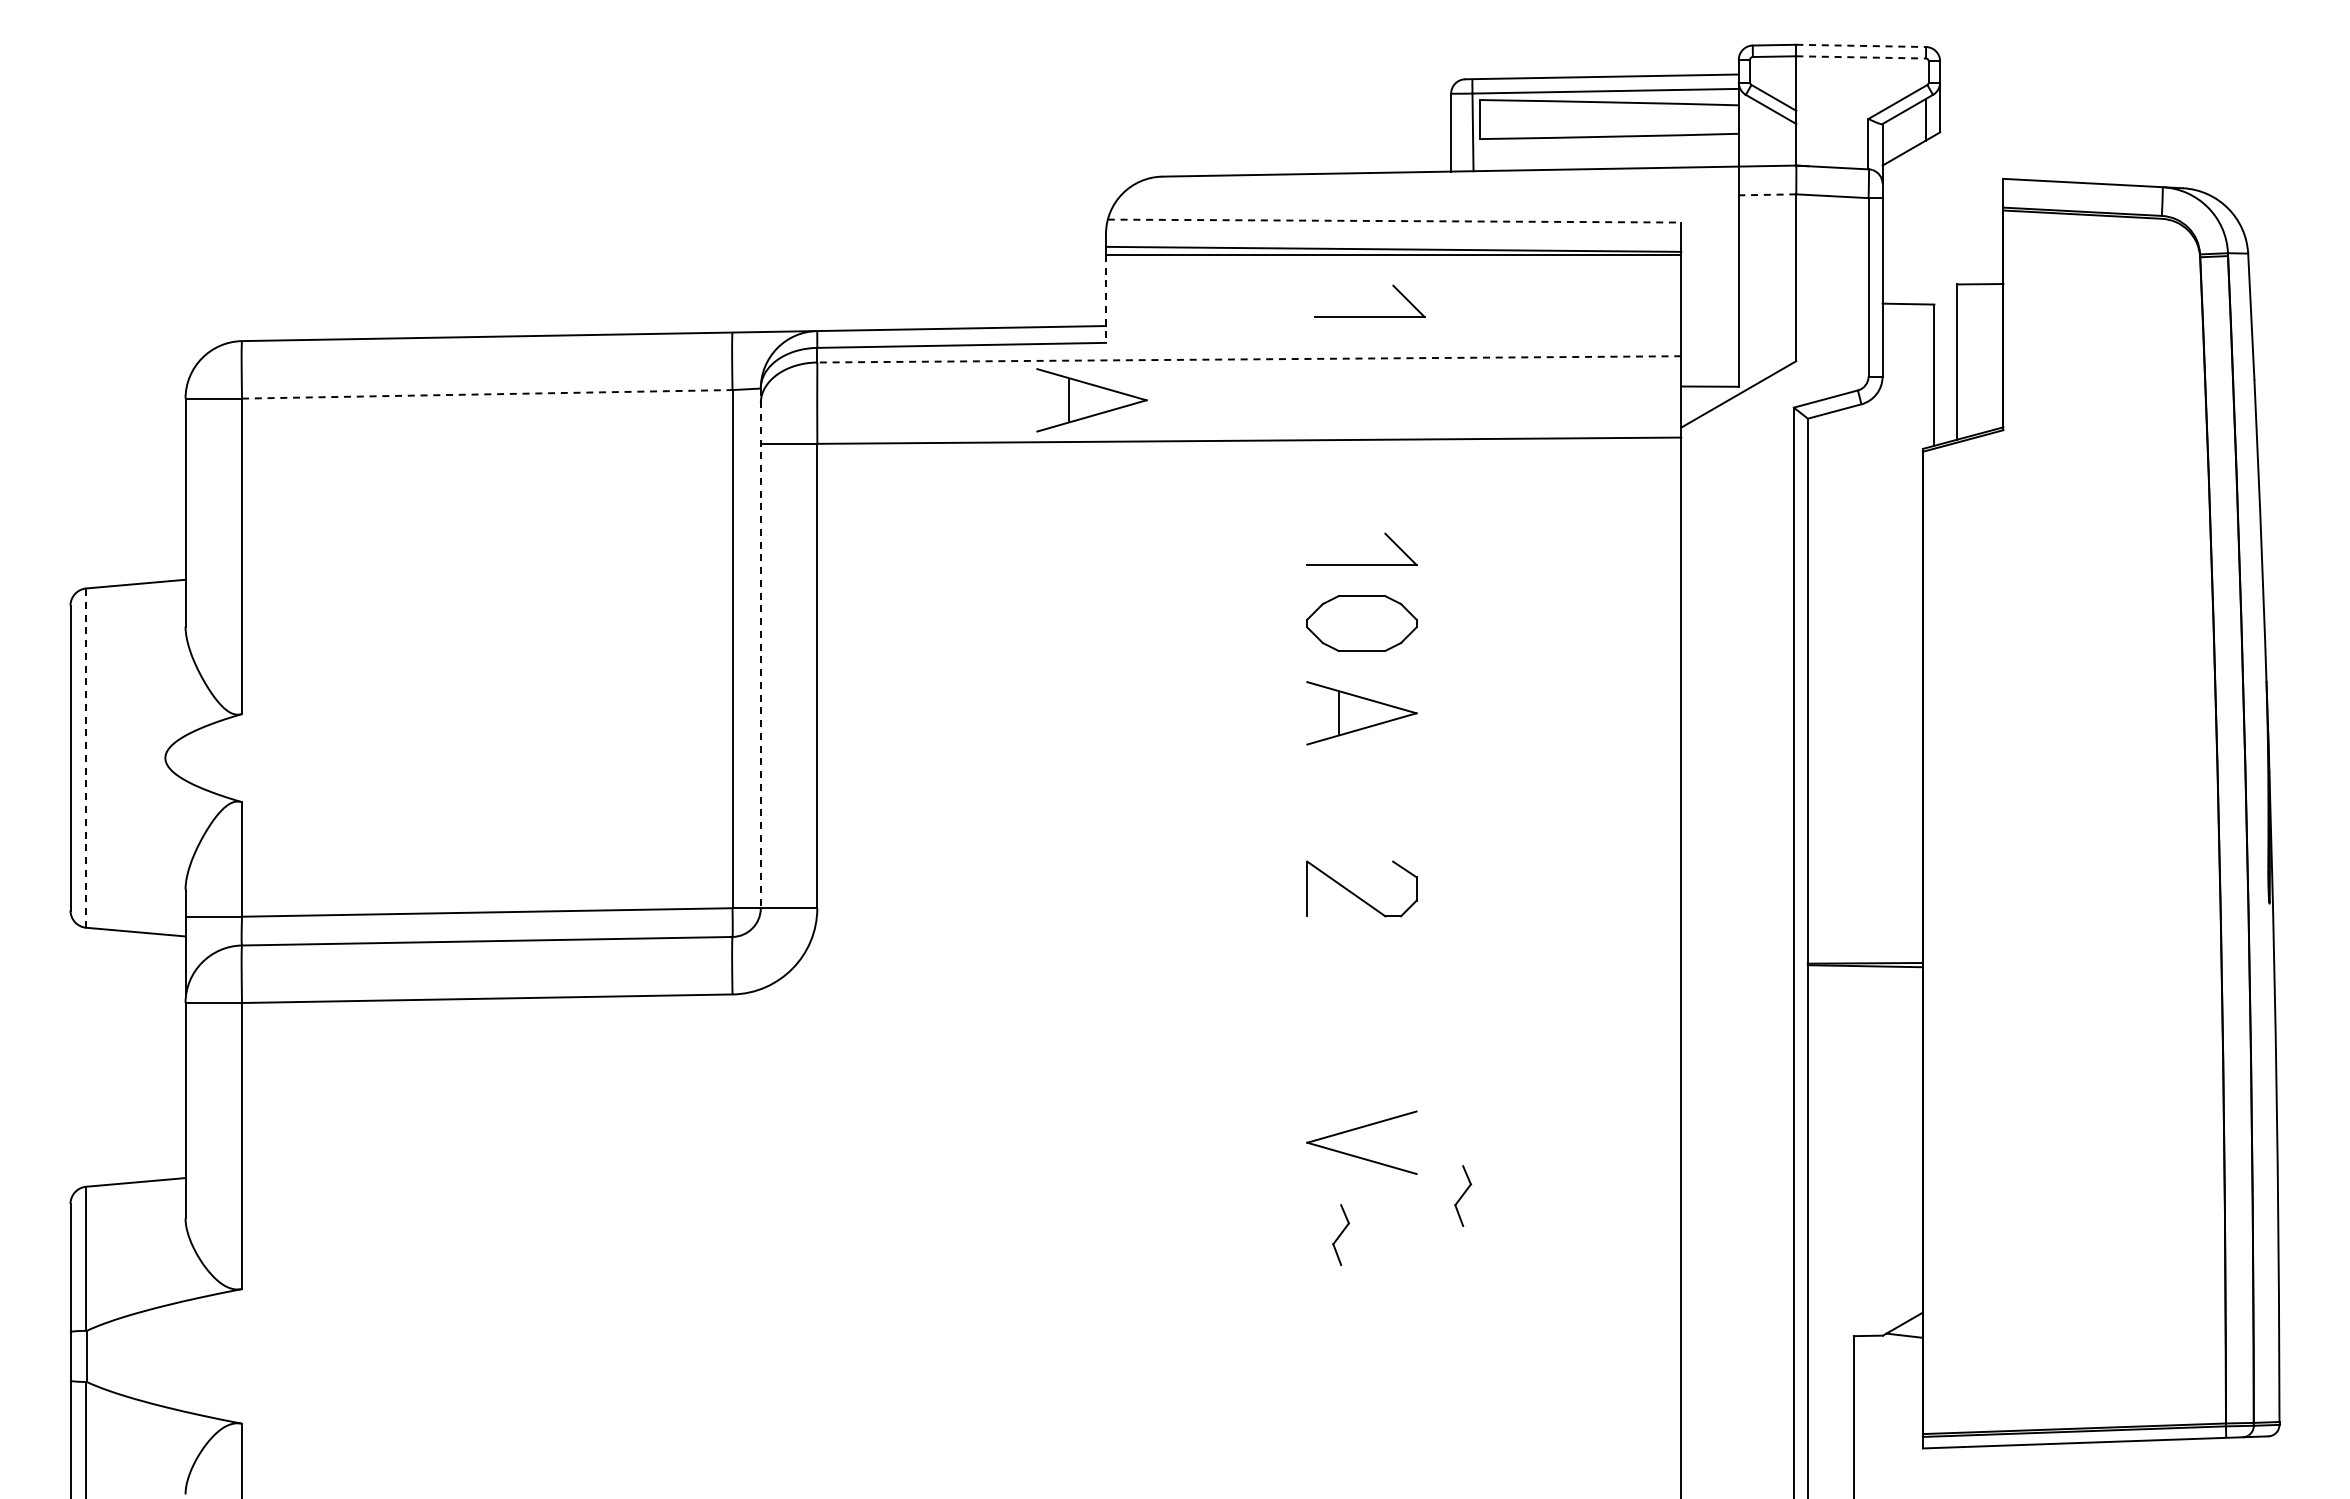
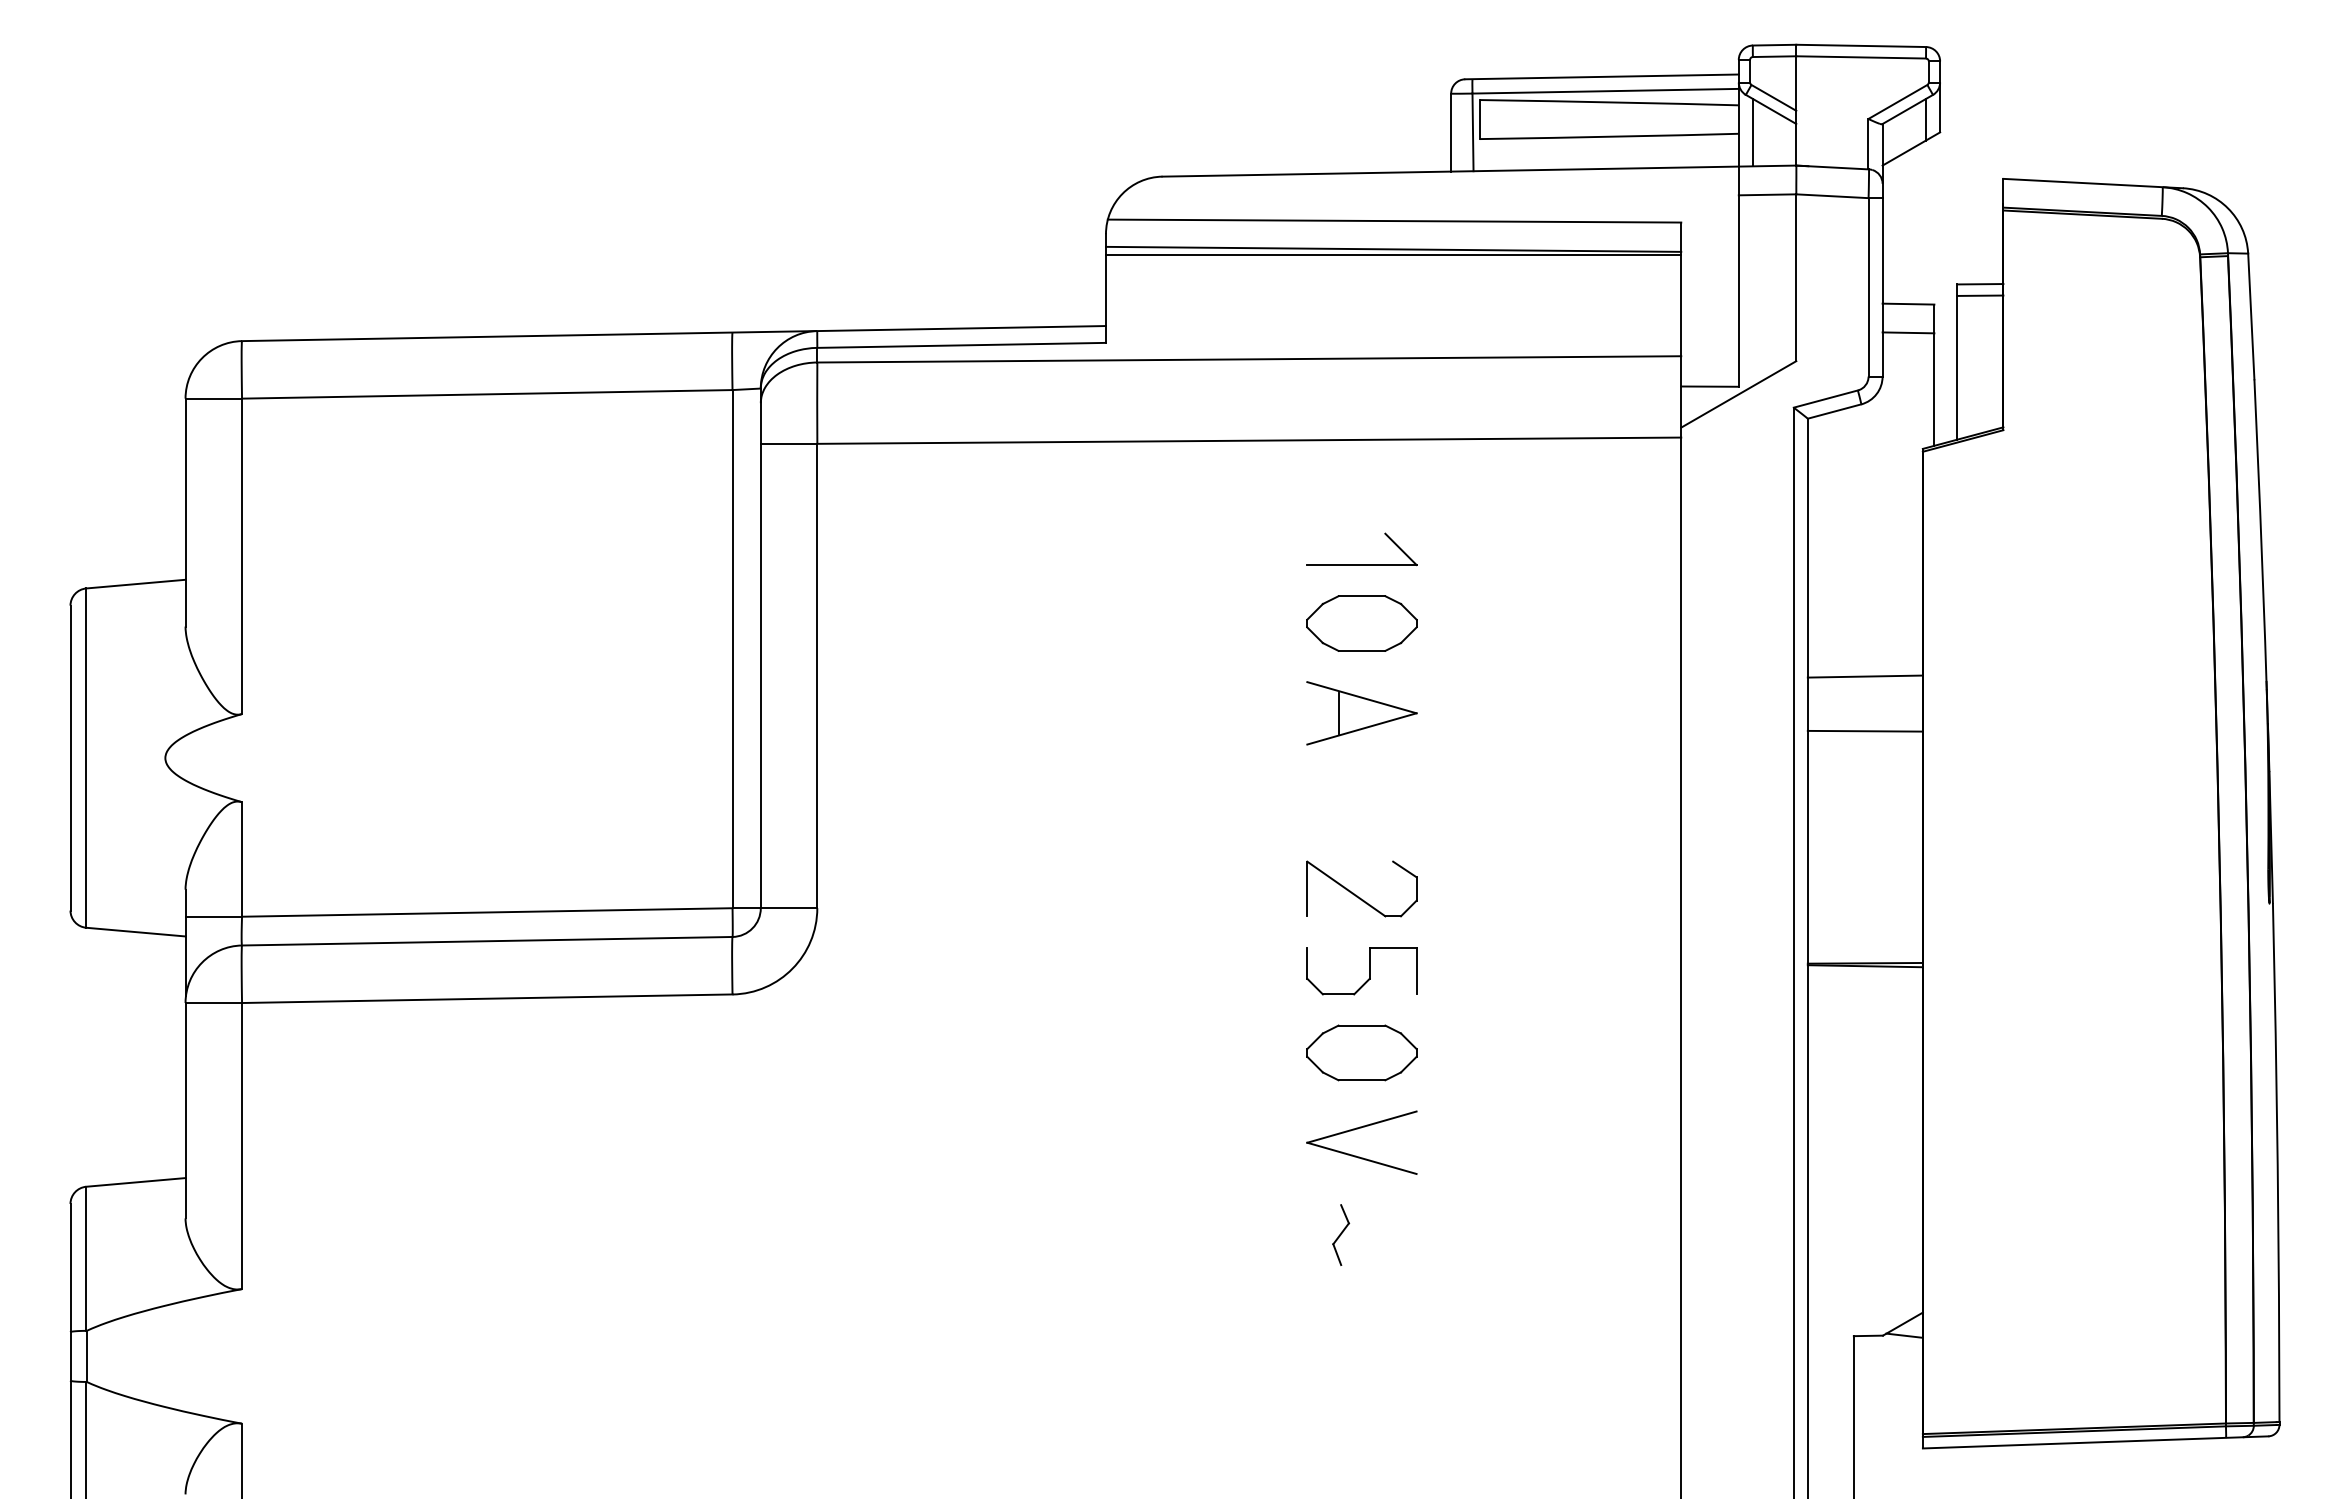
line at (1861, 45): dashed -> solid
line at (1861, 57): dashed -> solid
line at (1752, 132): none -> present
line at (1767, 194): dashed -> solid
line at (1394, 221): dashed -> solid
line at (1980, 295): none -> present
line at (1105, 299): dashed -> solid
part at (1369, 316): present -> none
line at (1908, 332): none -> present
line at (1249, 359): dashed -> solid
line at (487, 394): dashed -> solid
part at (1091, 400): present -> none
line at (760, 648): dashed -> solid
line at (1864, 676): none -> present
line at (1864, 730): none -> present
line at (86, 758): dashed -> solid
part at (1369, 971): none -> present
part at (1361, 1052): none -> present
part at (1463, 1195): present -> none
